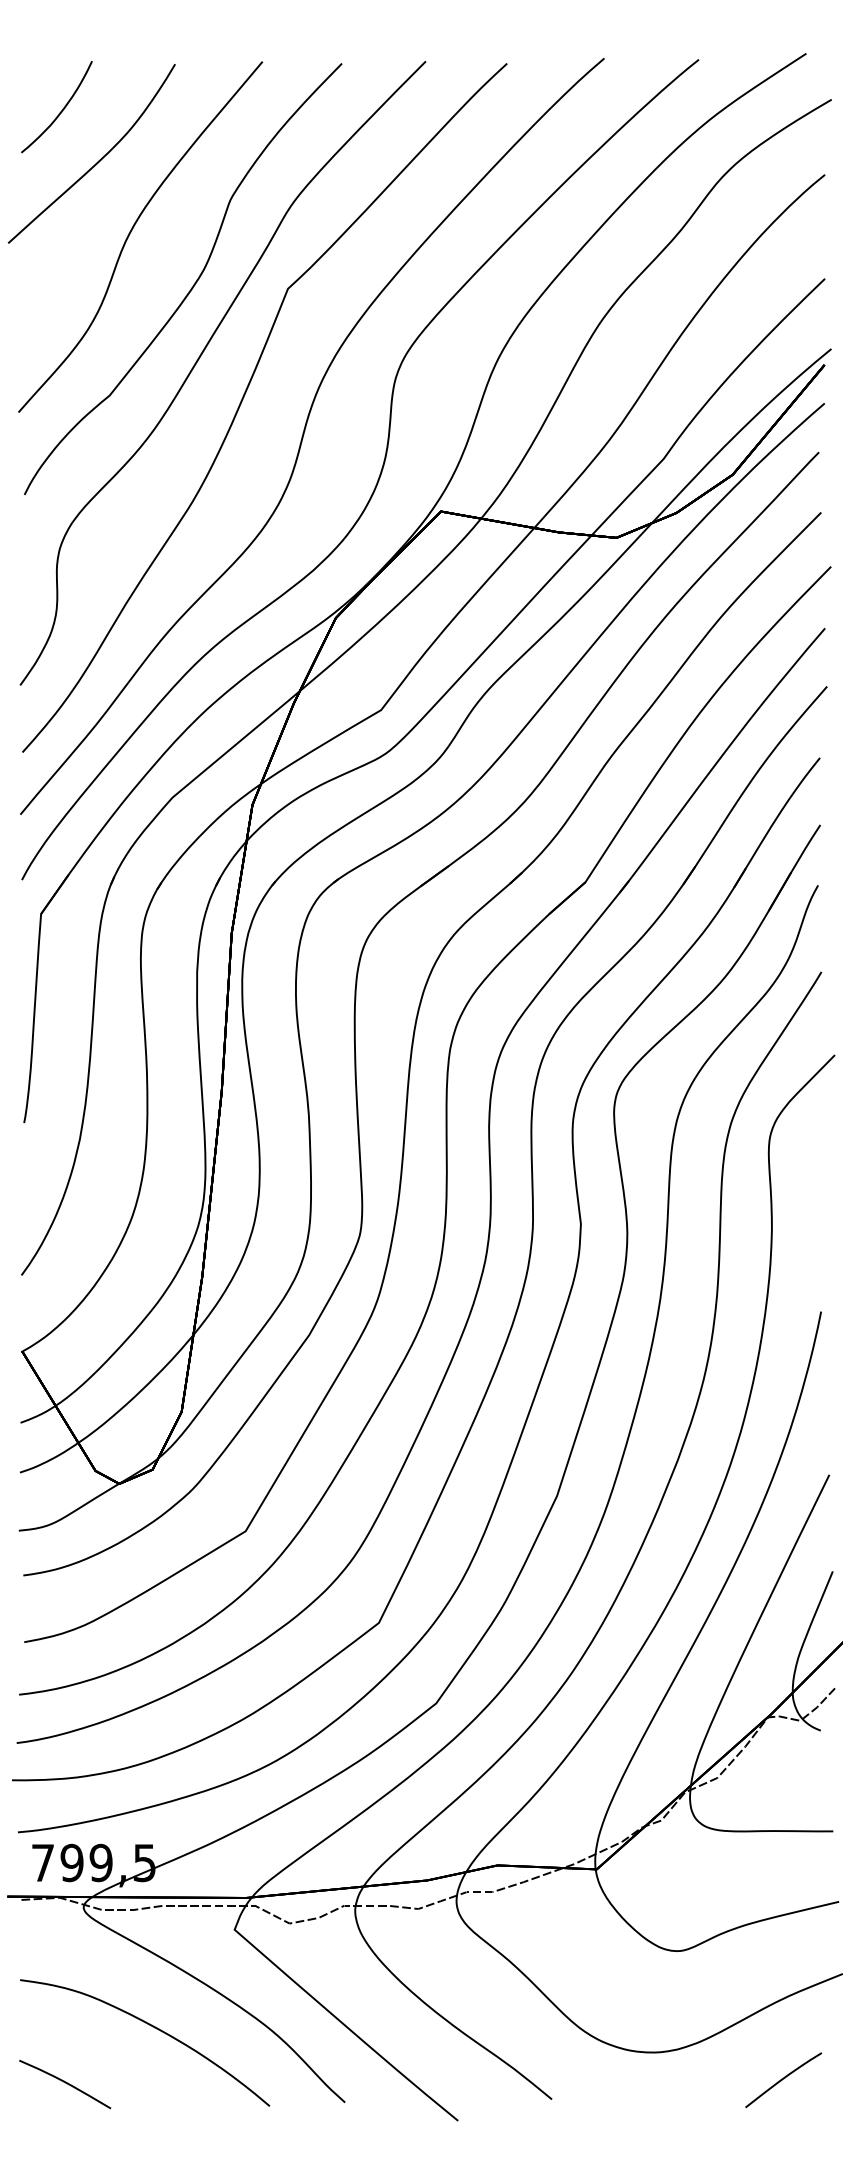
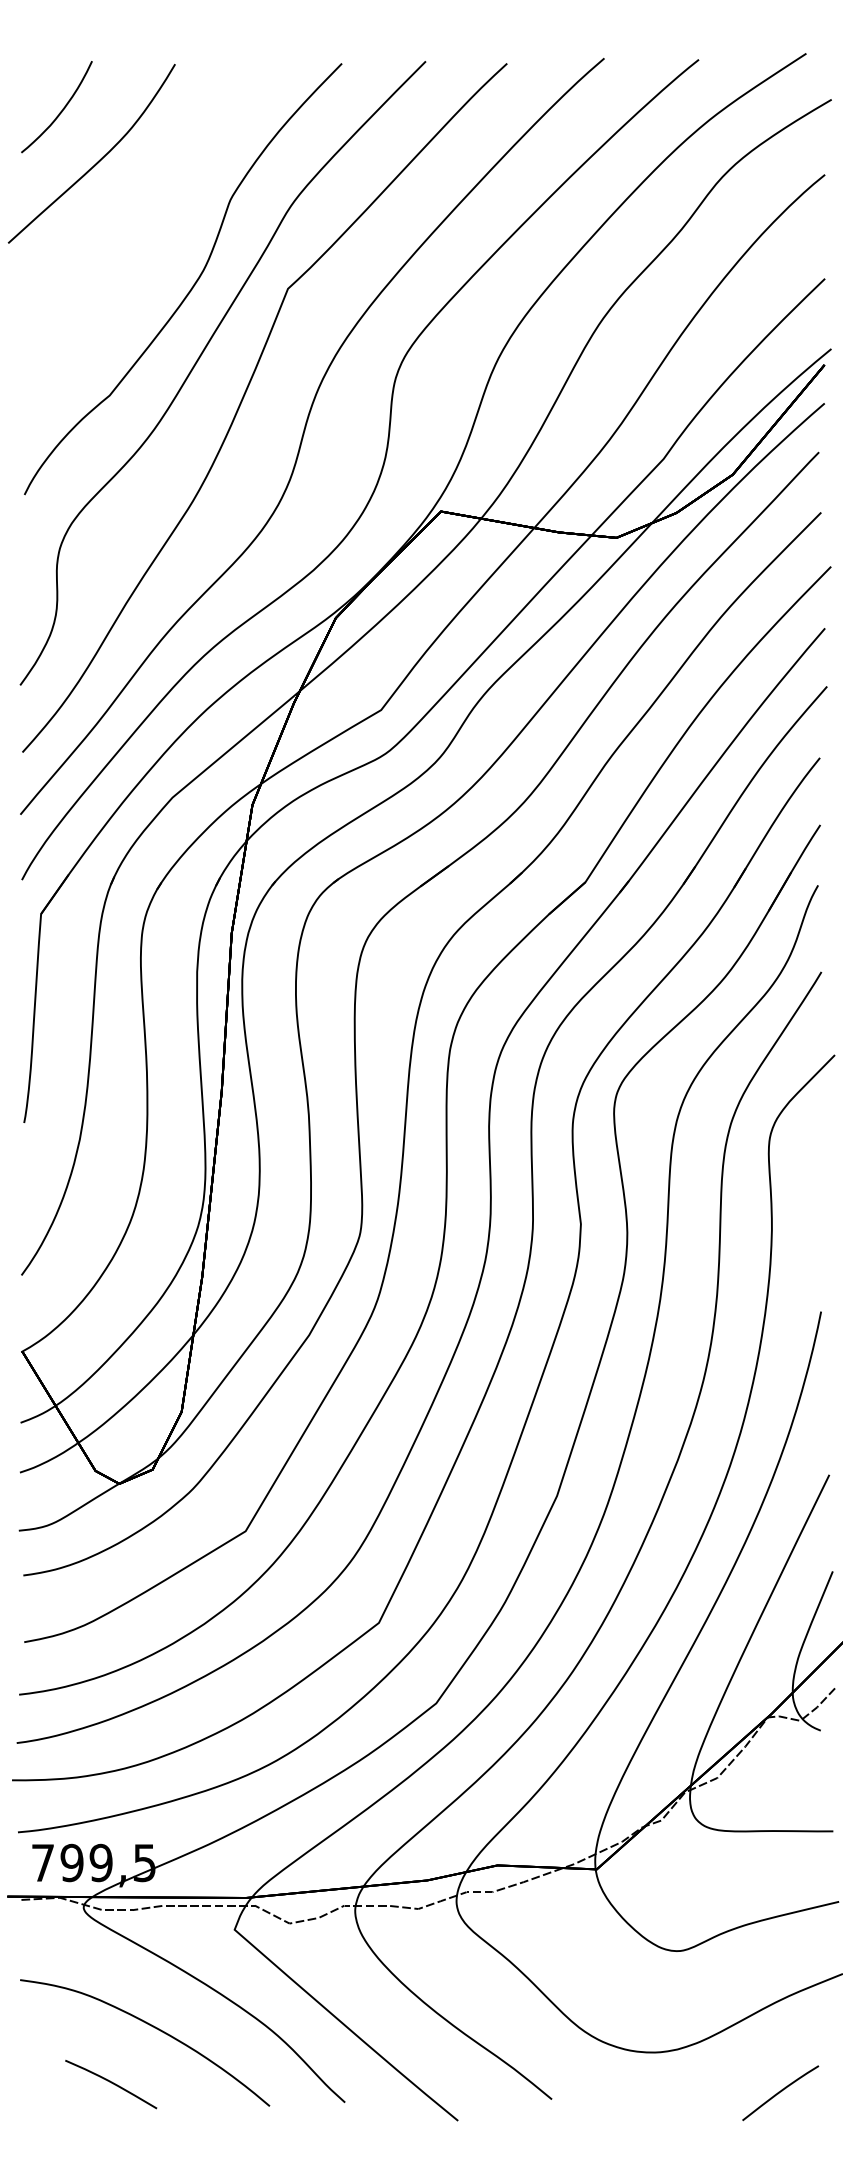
curve at (131, 232): present -> none
curve at (783, 2079) position: (783, 2079) -> (780, 2092)
curve at (65, 2083) position: (65, 2083) -> (111, 2083)
